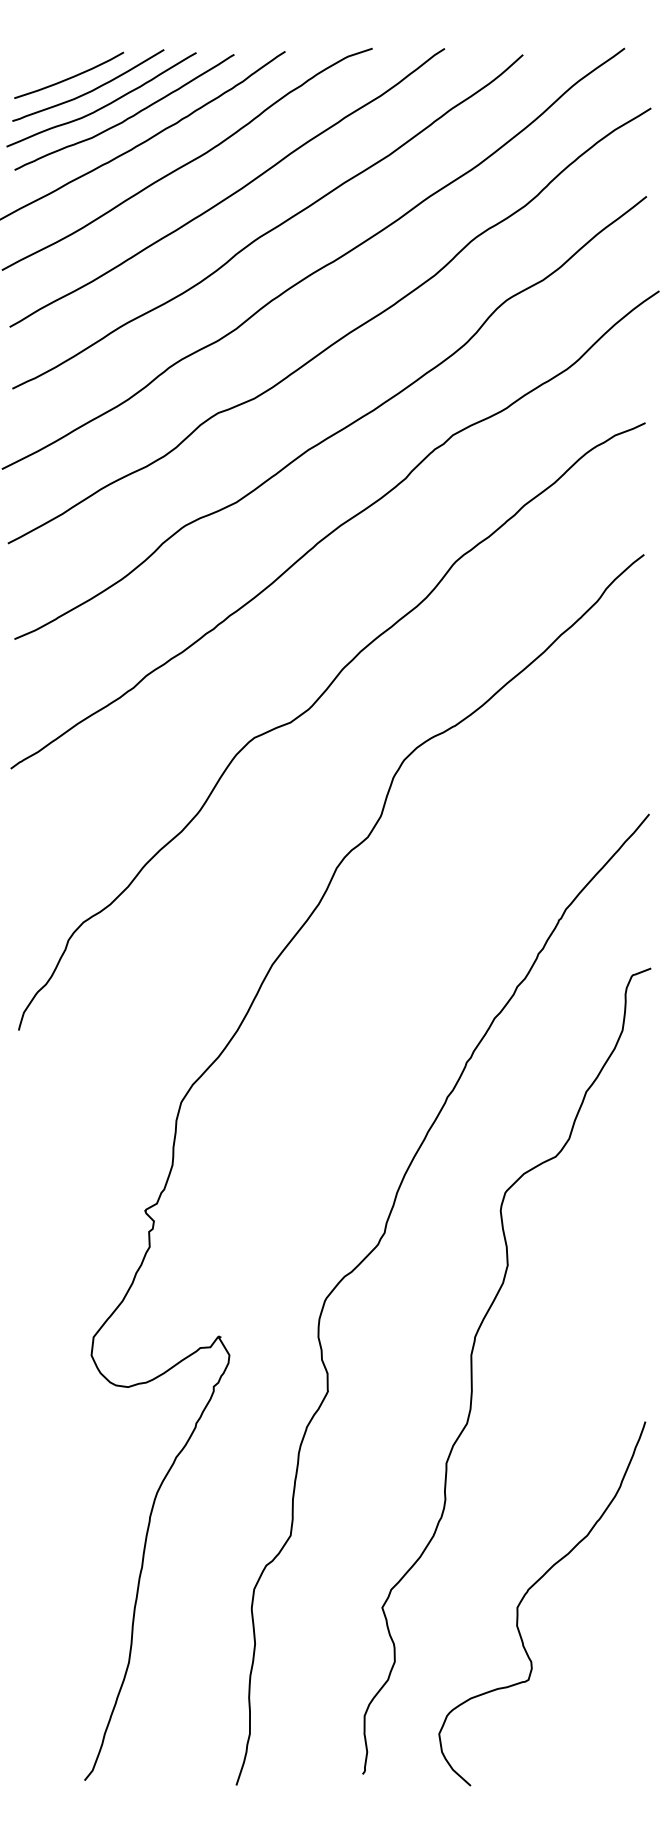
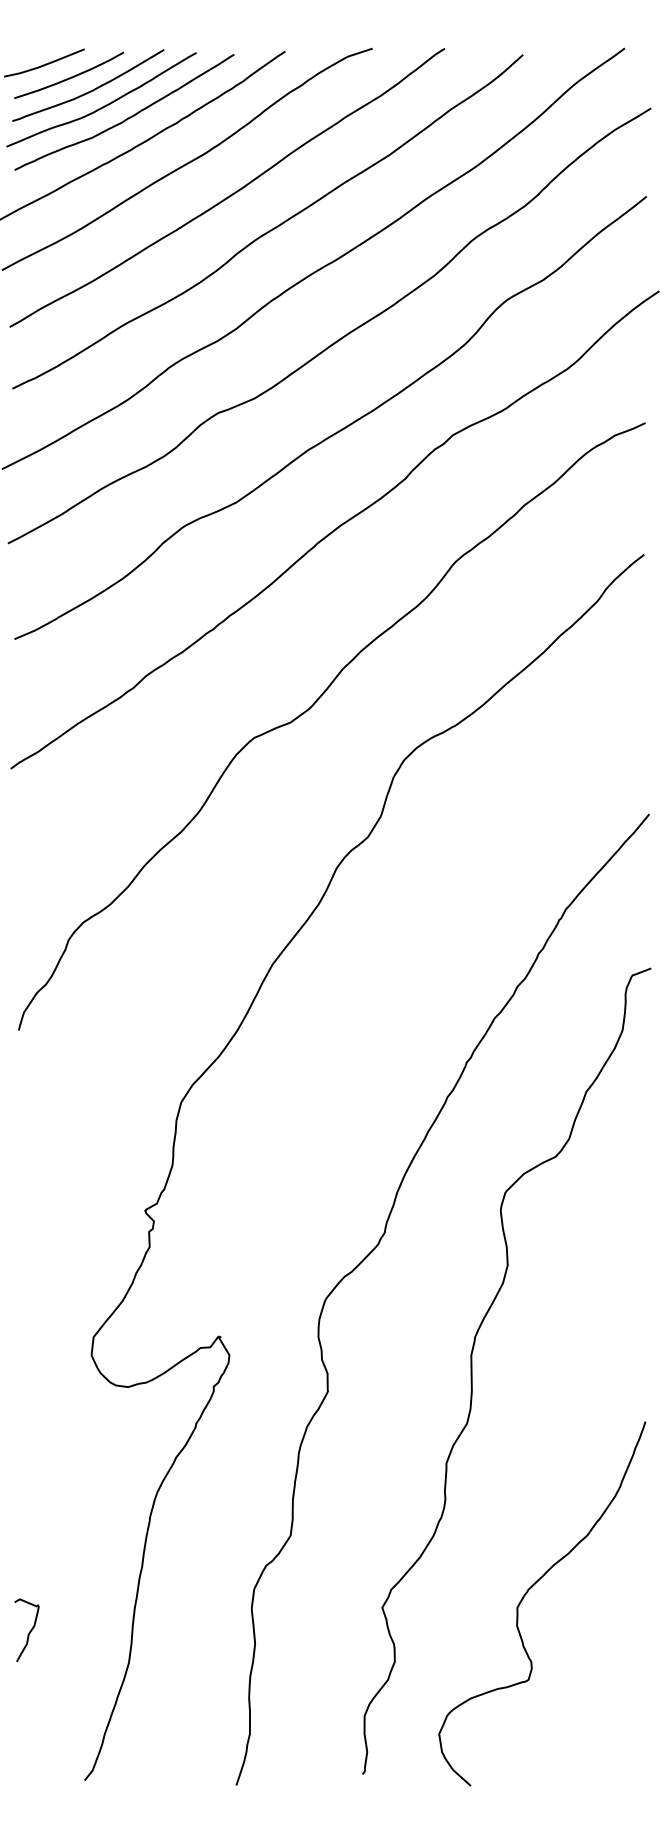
line at (45, 63): none -> present
curve at (28, 1632): none -> present
